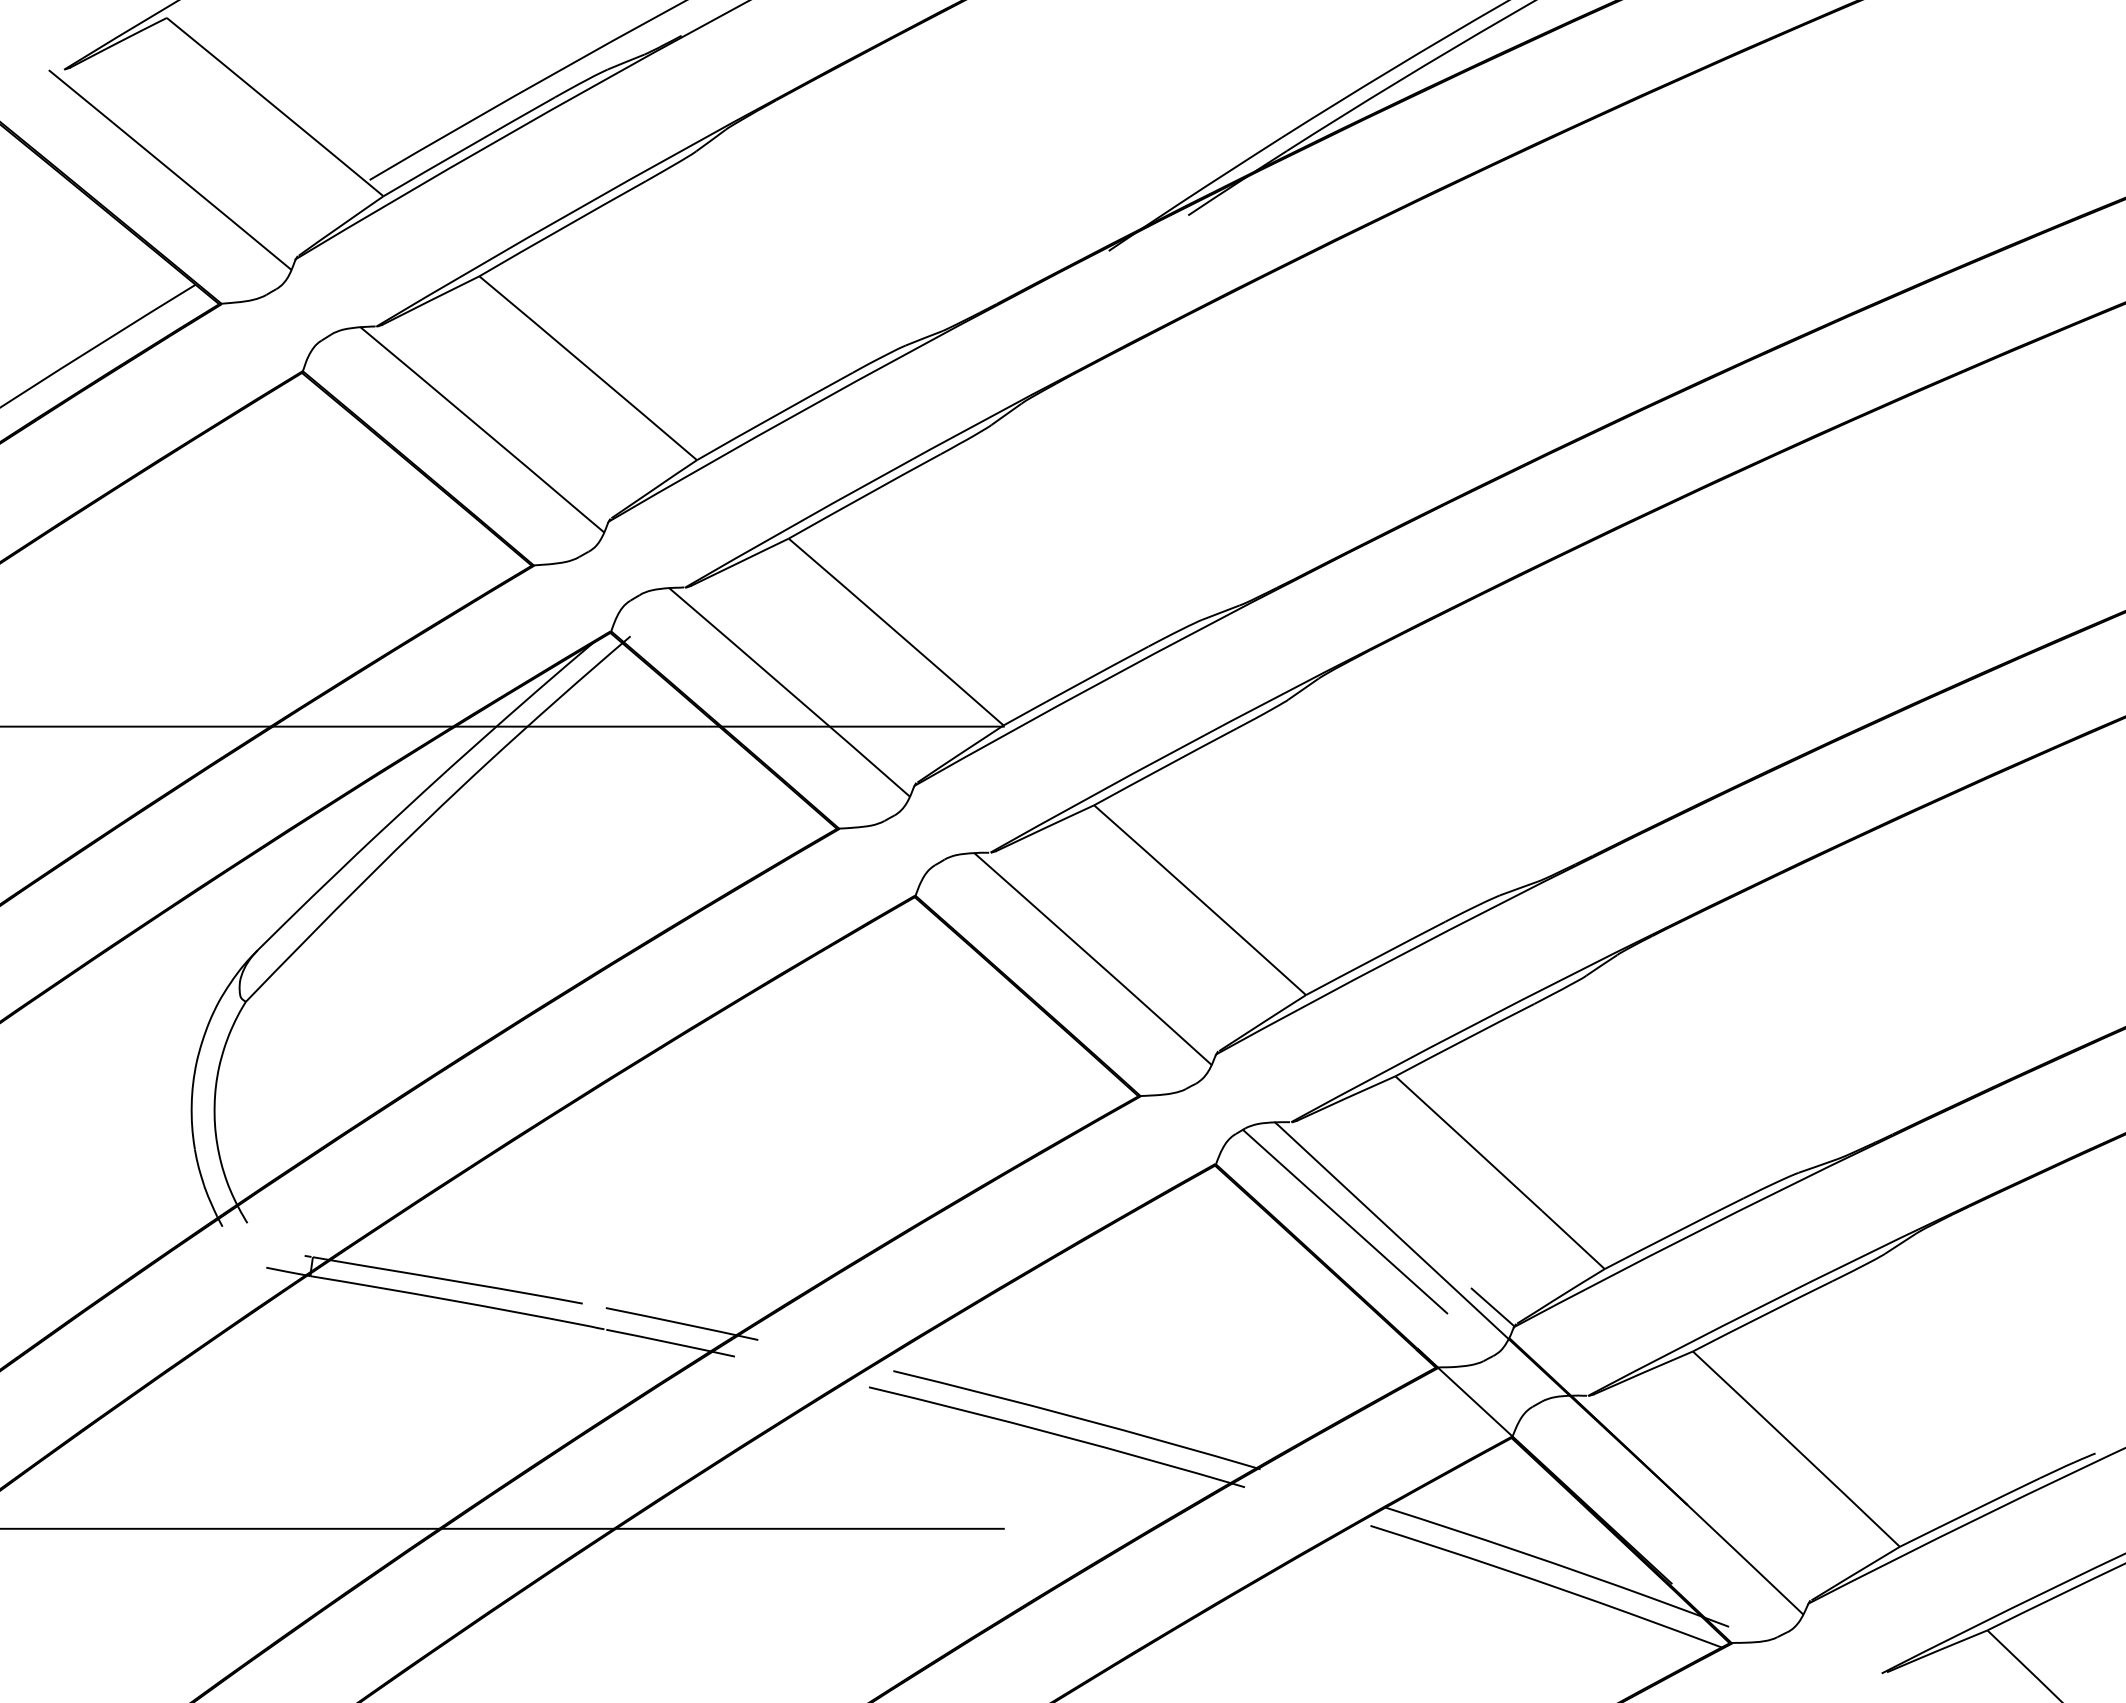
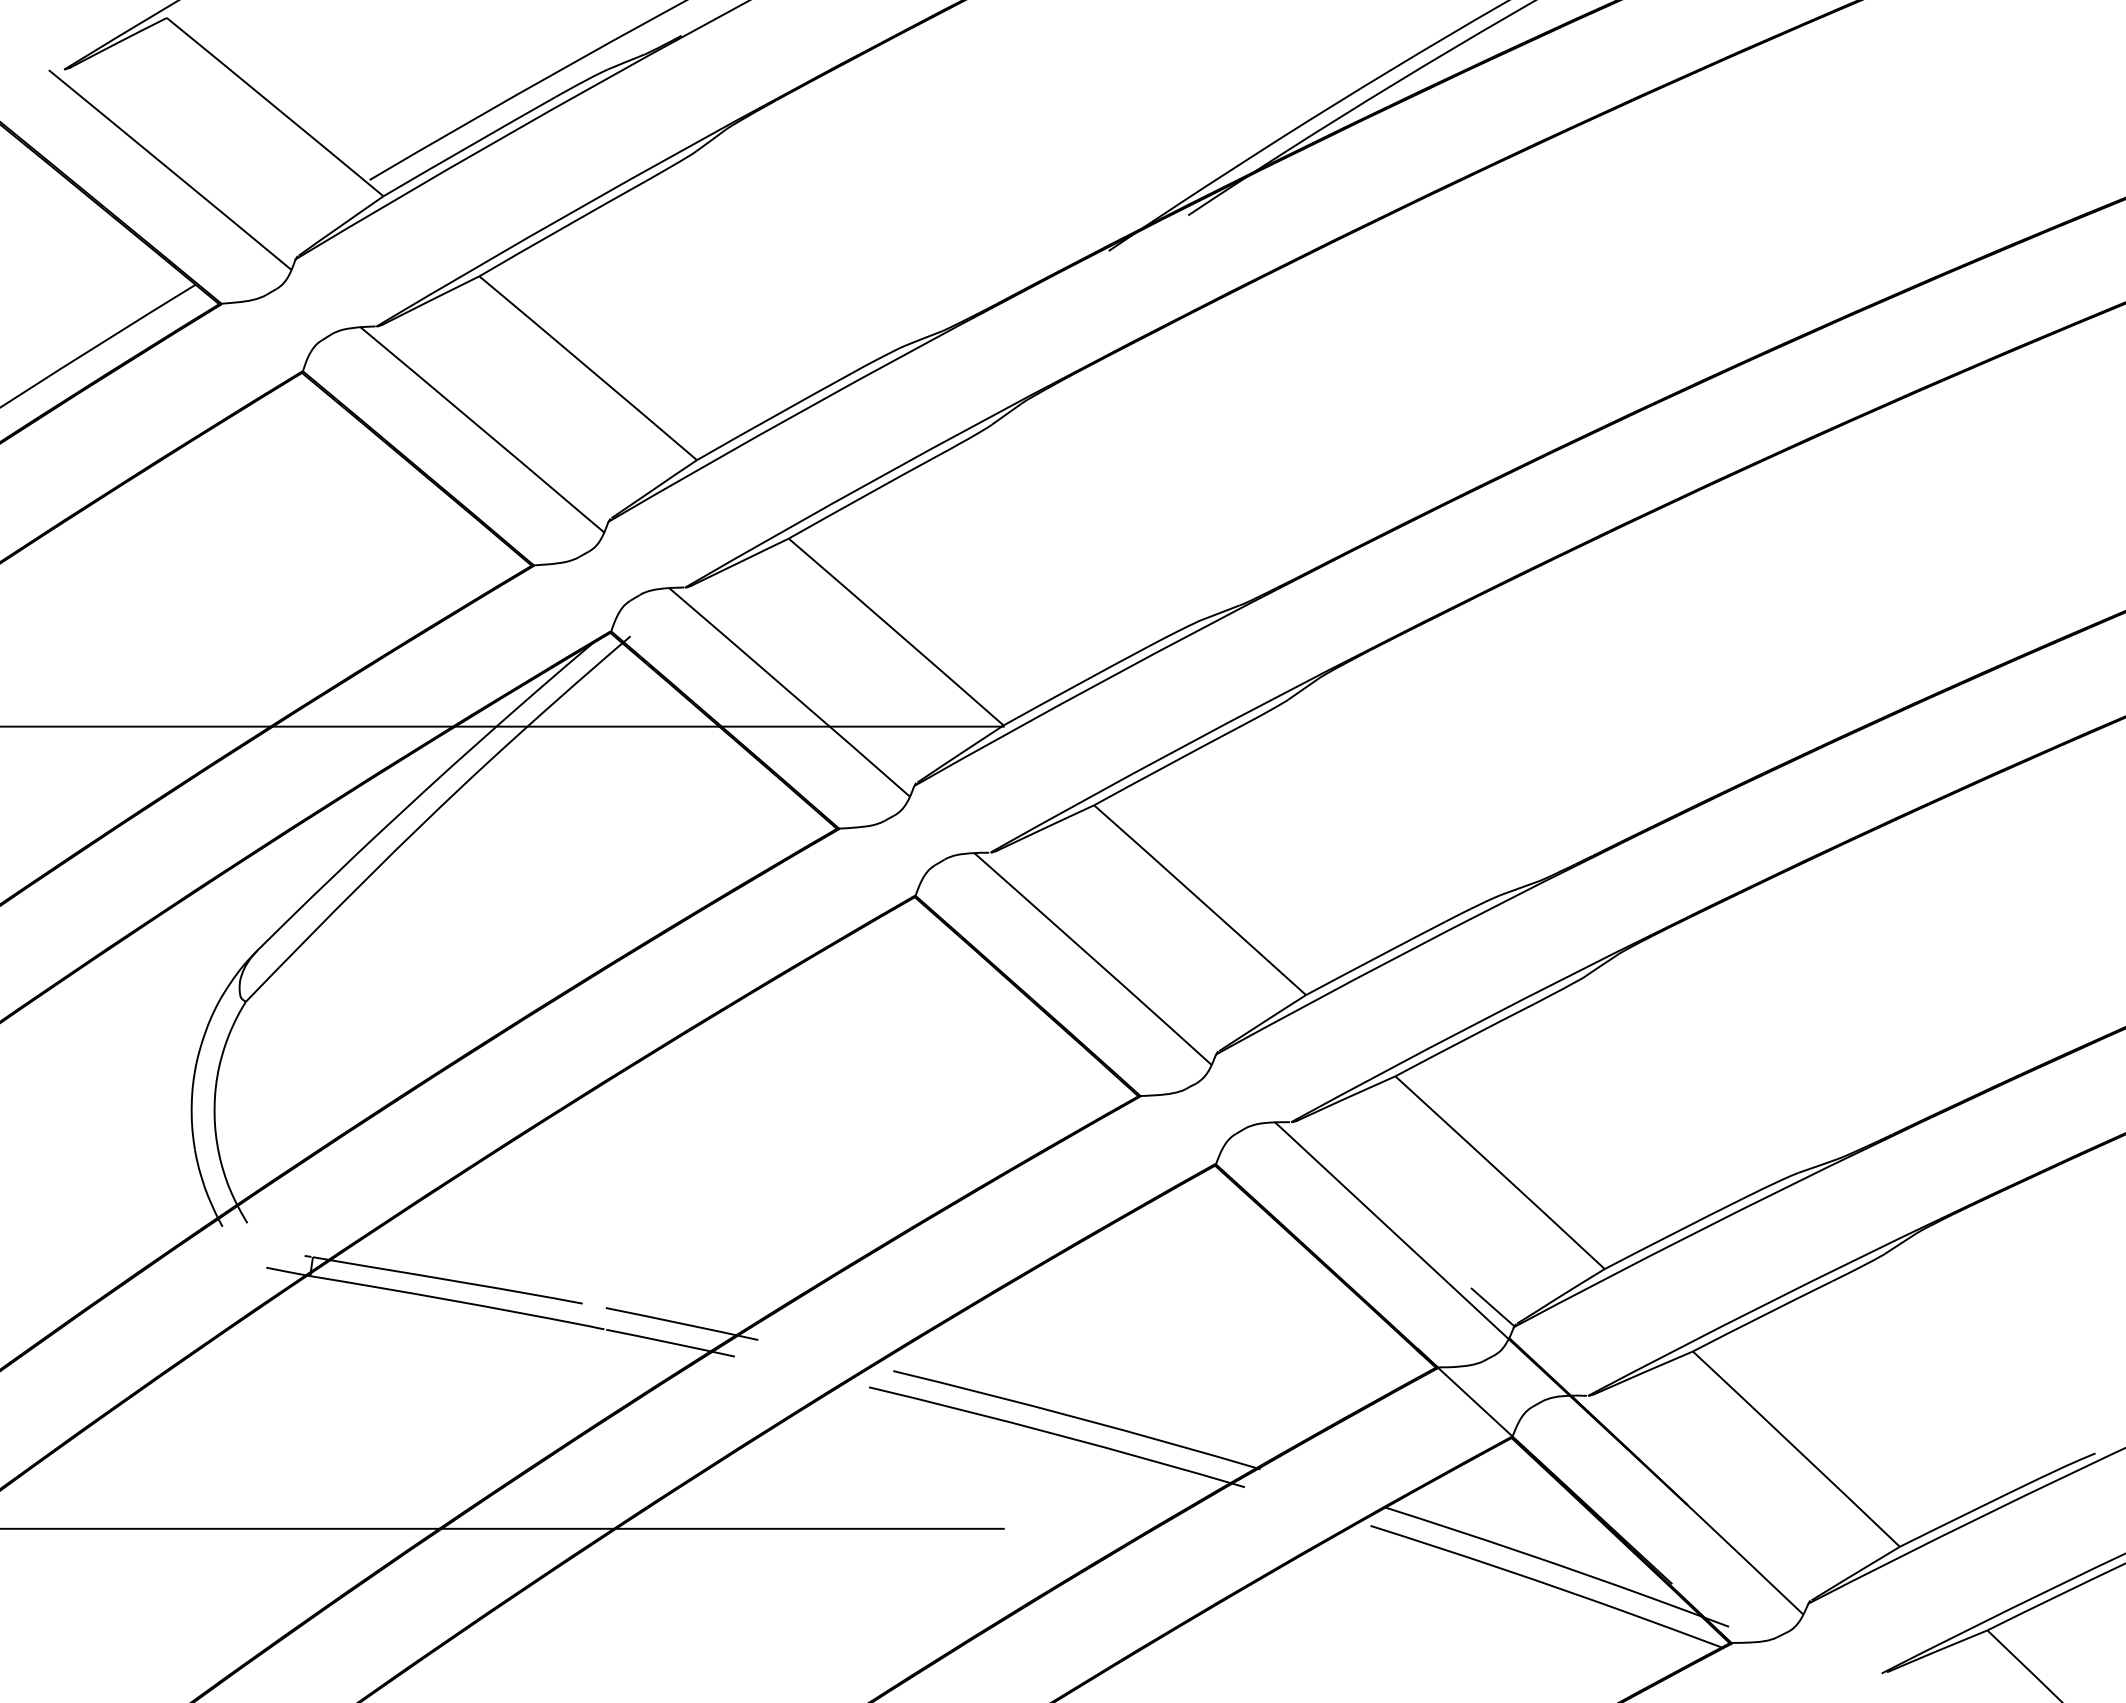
line at (1344, 1221): present -> none
